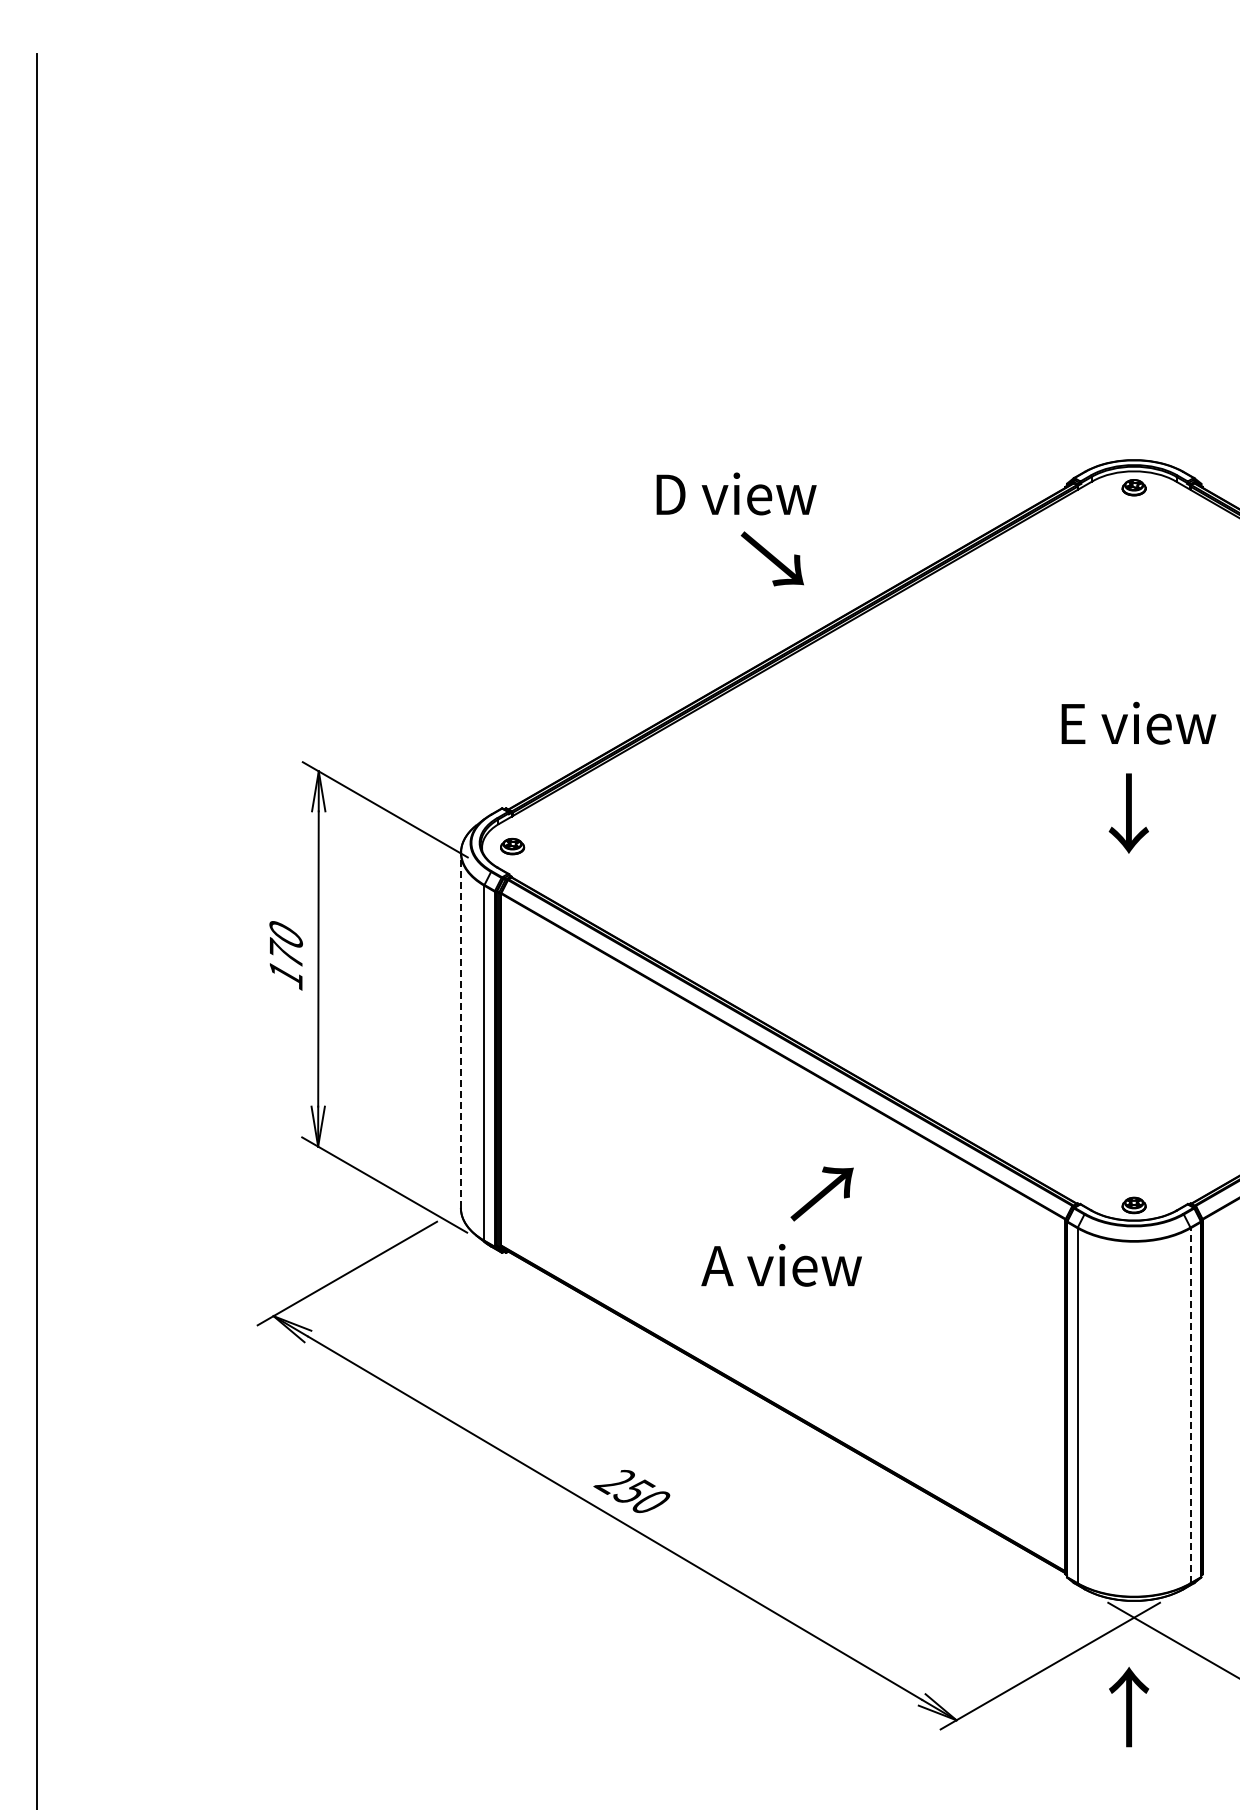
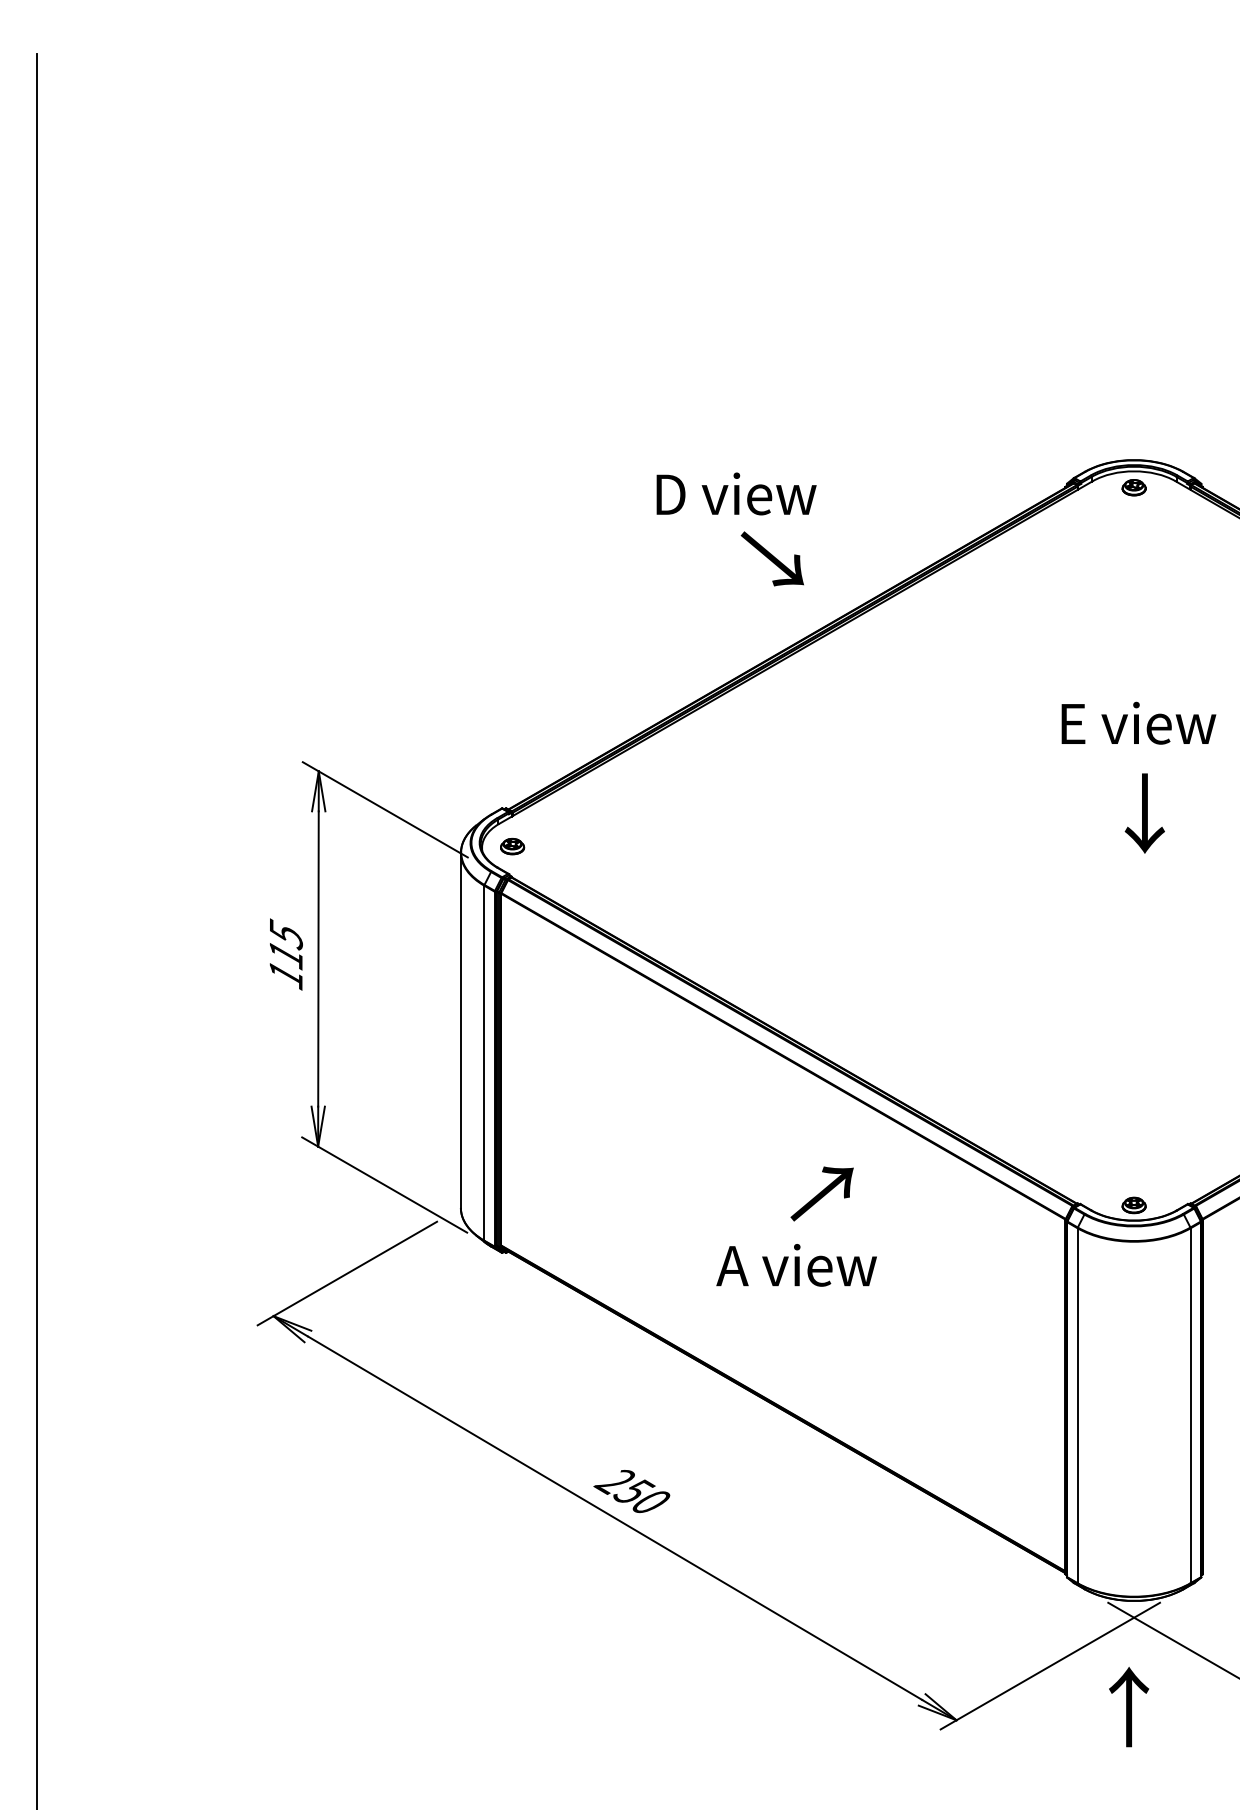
text at (1128, 813) position: (1128, 813) -> (1144, 813)
text at (285, 944): 170 -> 115
line at (460, 1030): dashed -> solid
text at (781, 1265) position: (781, 1265) -> (796, 1265)
line at (1190, 1405): dashed -> solid
